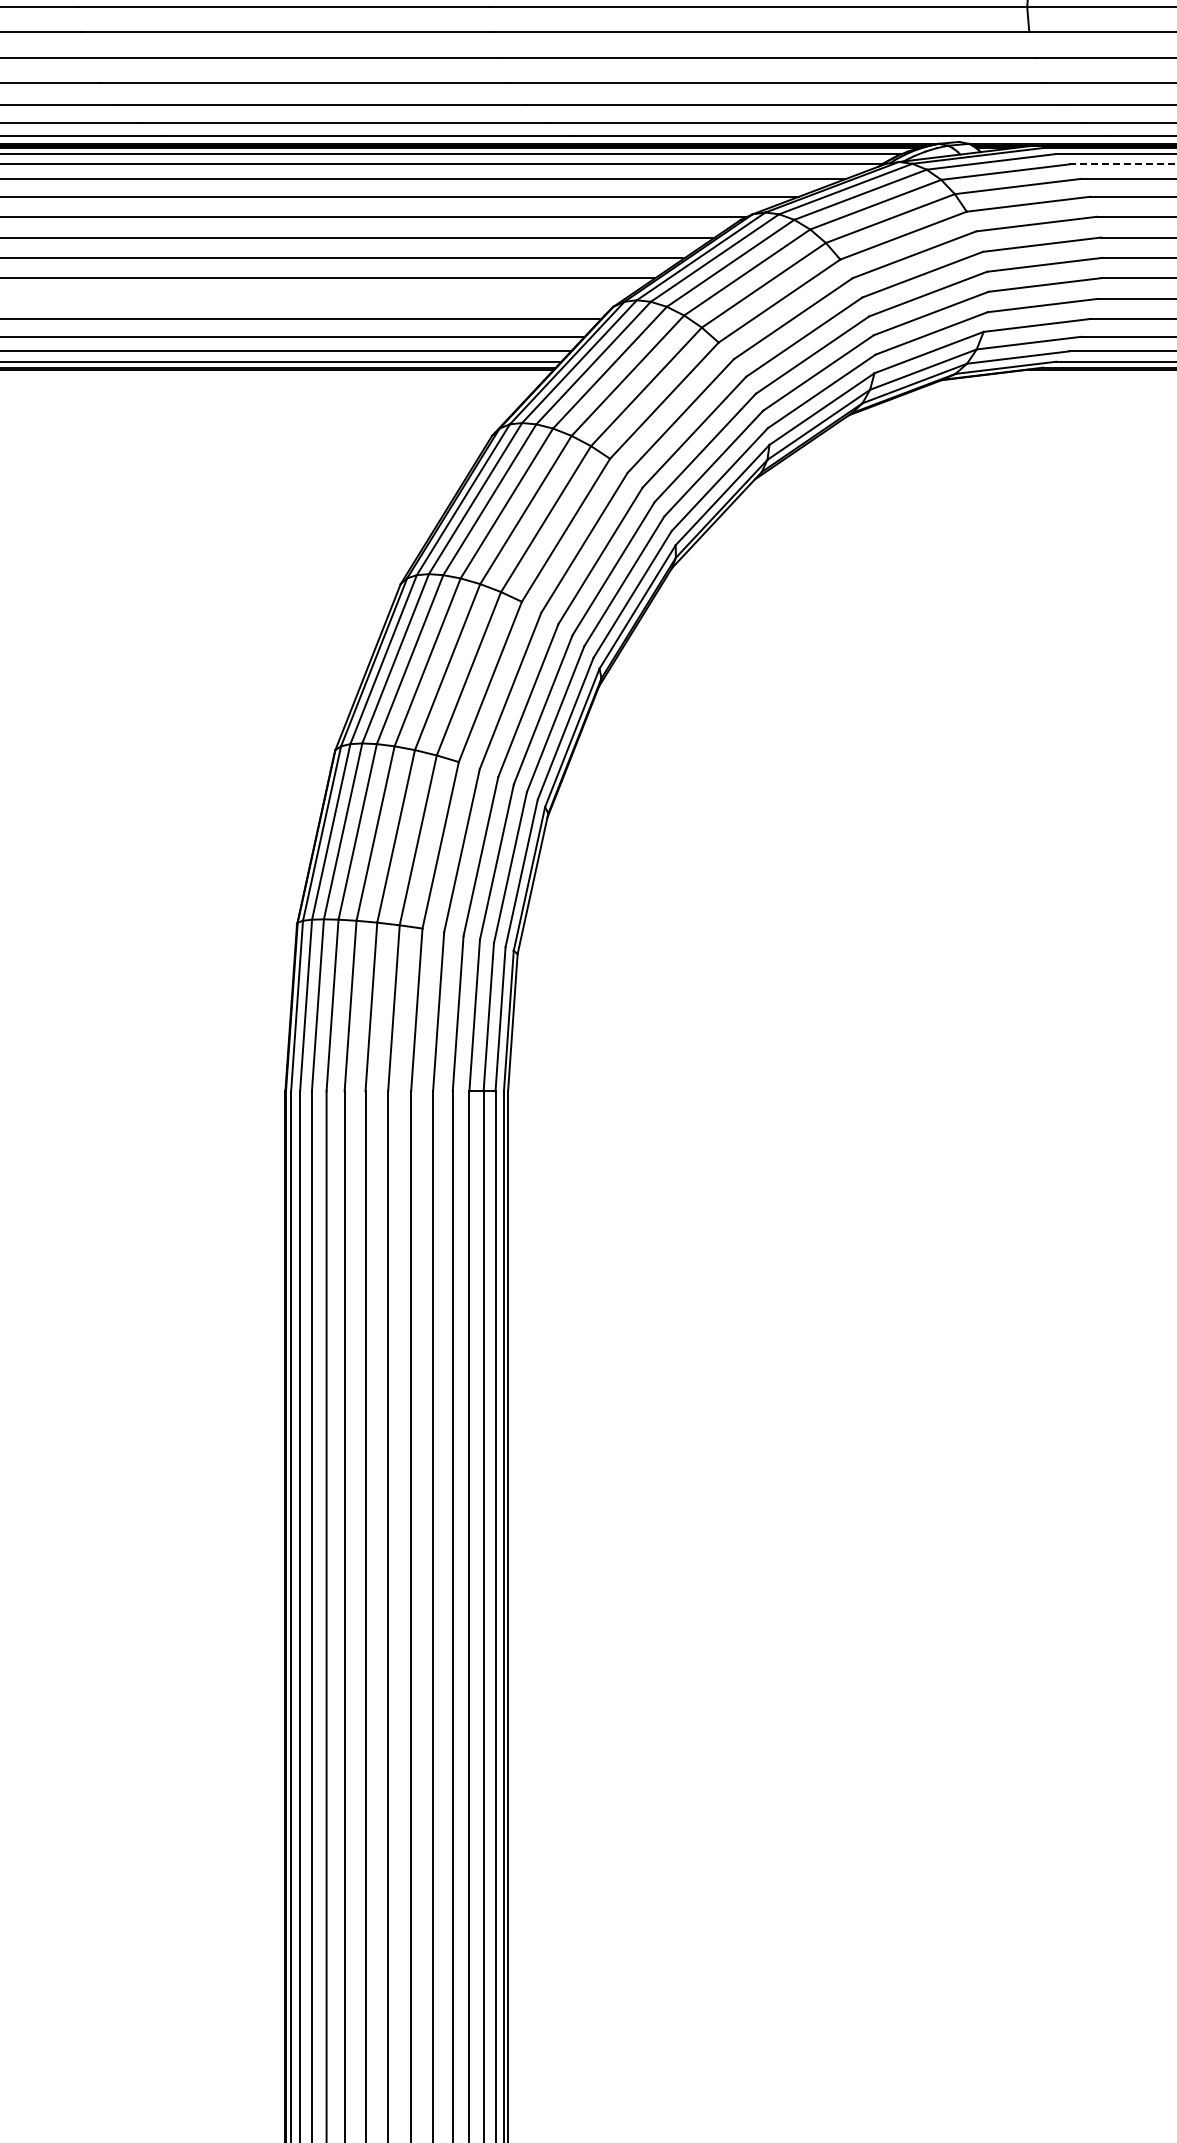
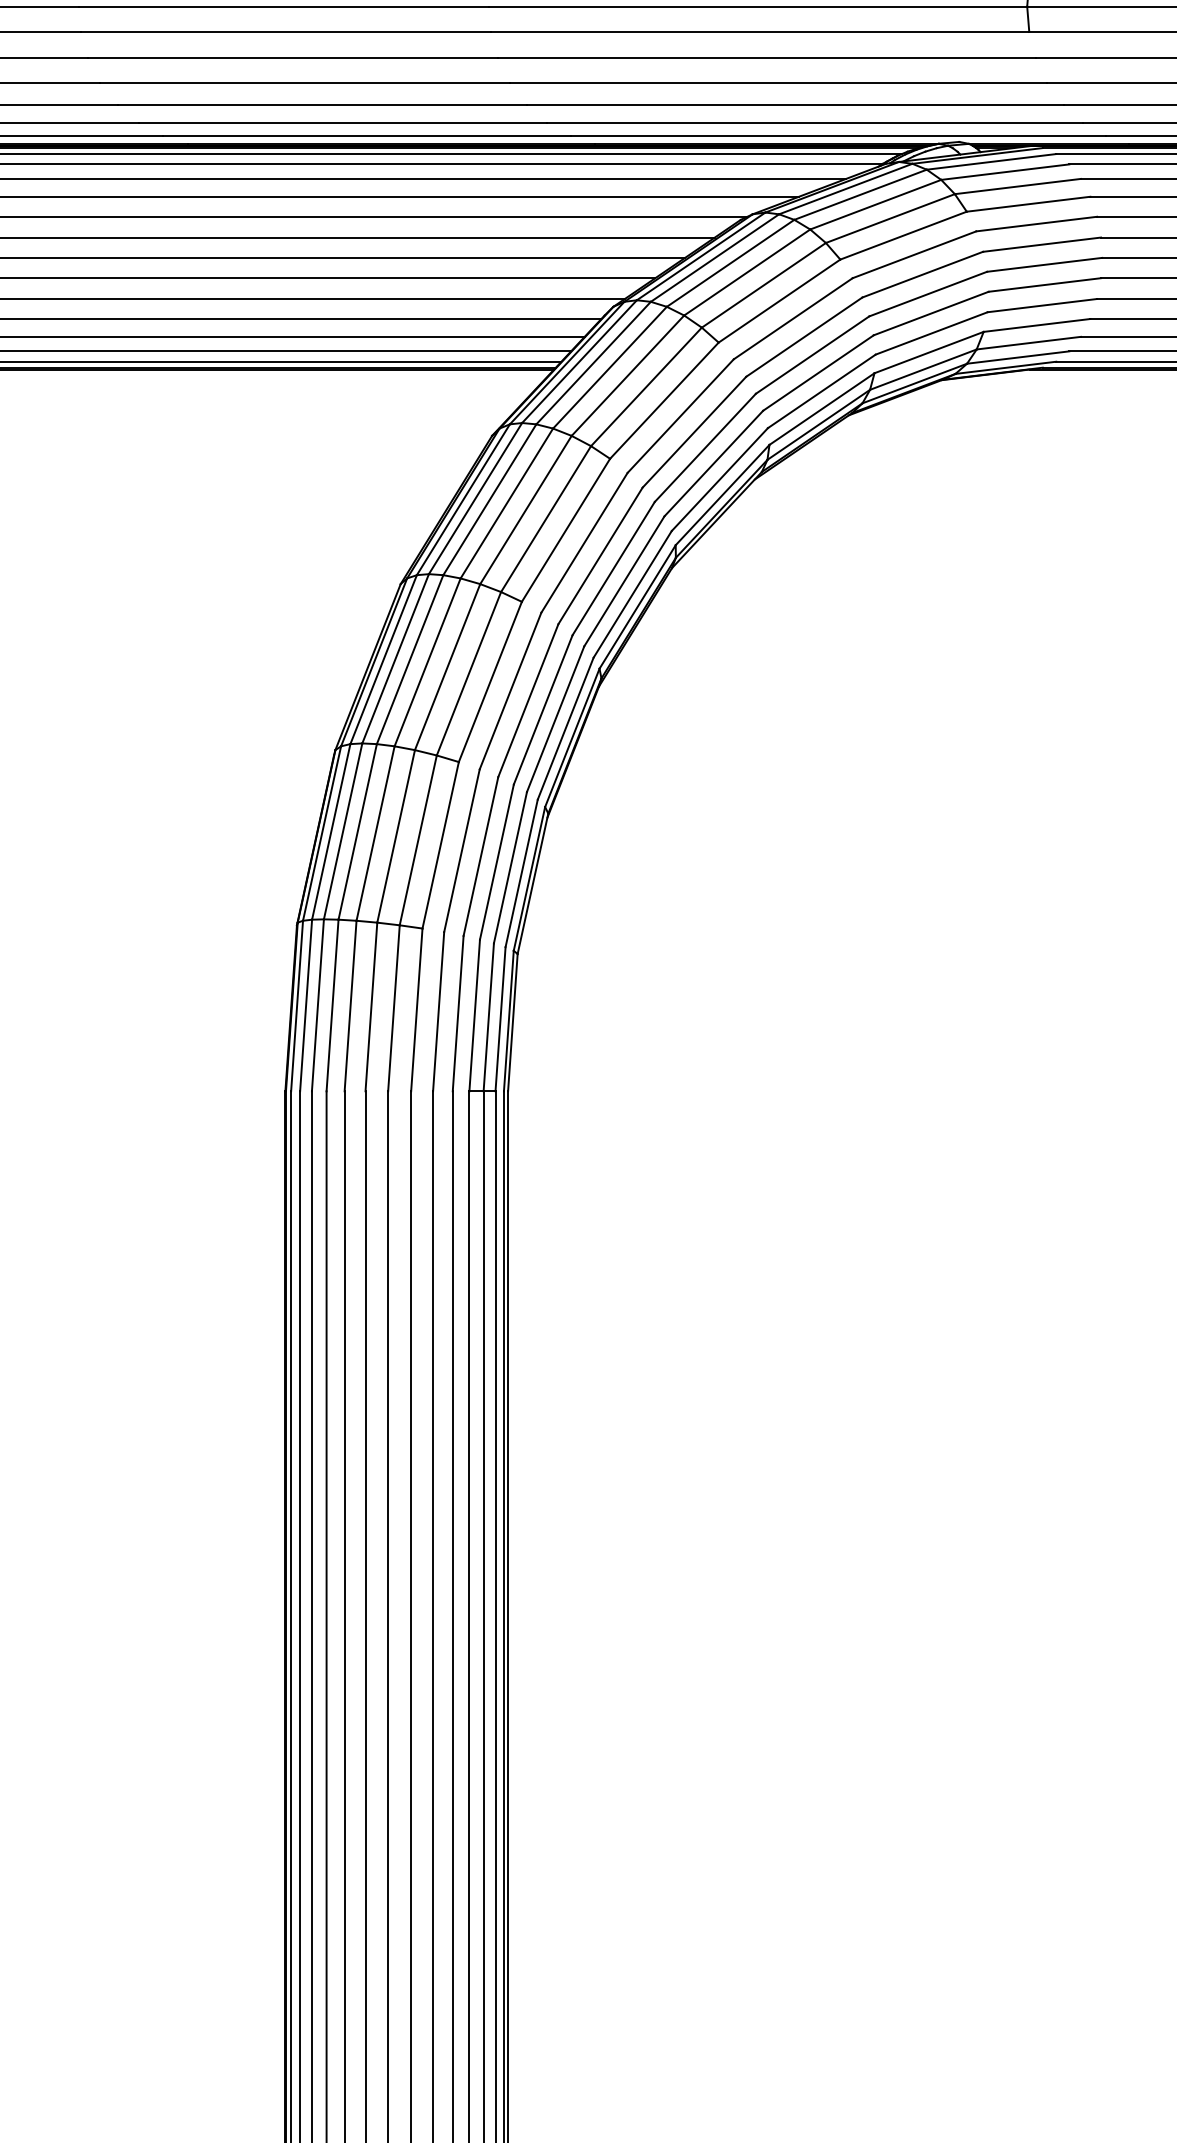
line at (1123, 164): dashed -> solid
line at (313, 299): none -> present
